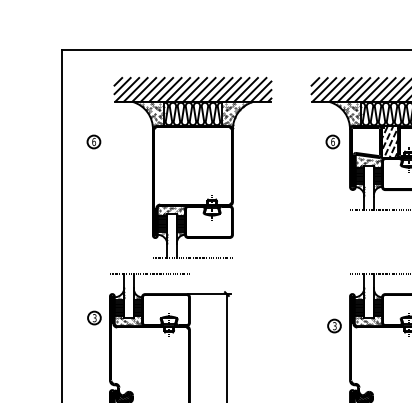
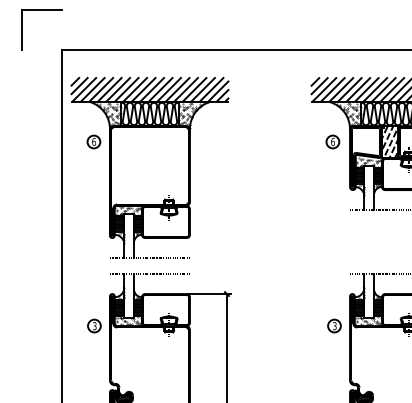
part at (41, 10): none -> present
part at (192, 167) position: (192, 167) -> (149, 167)
part at (94, 317) position: (94, 317) -> (94, 325)
